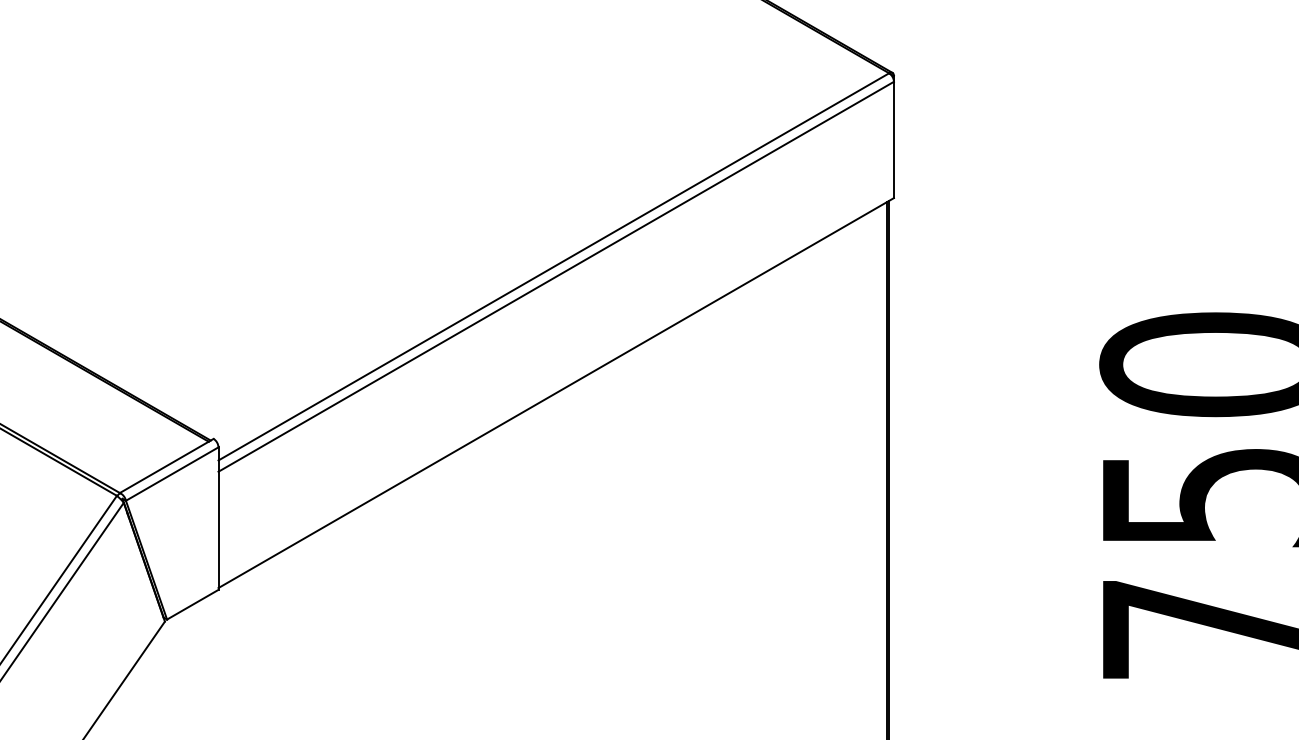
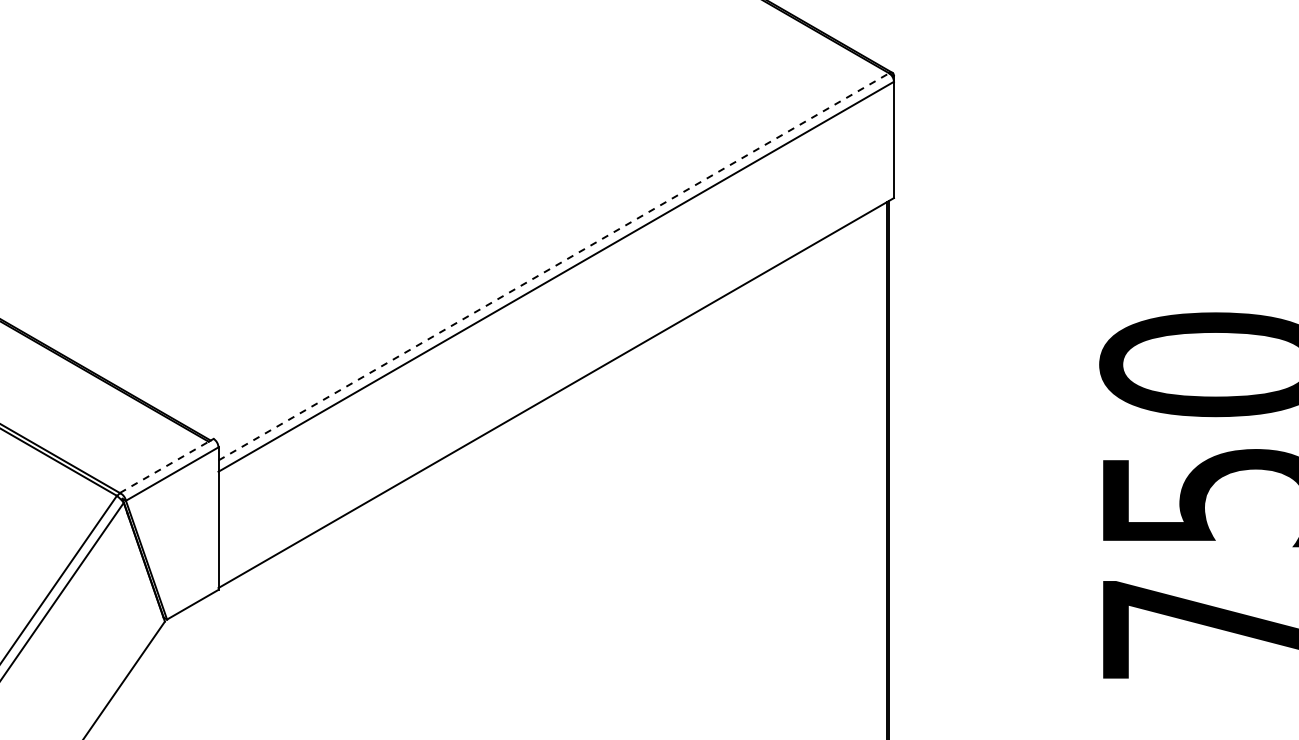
line at (554, 266): solid -> dashed
line at (164, 467): solid -> dashed
